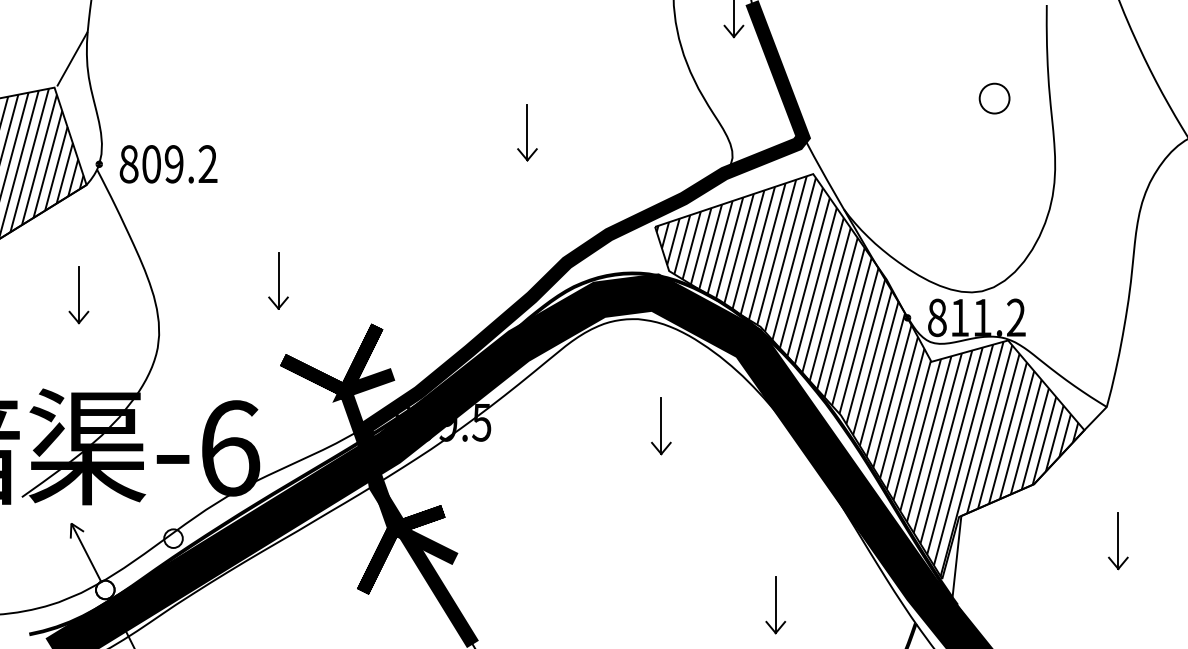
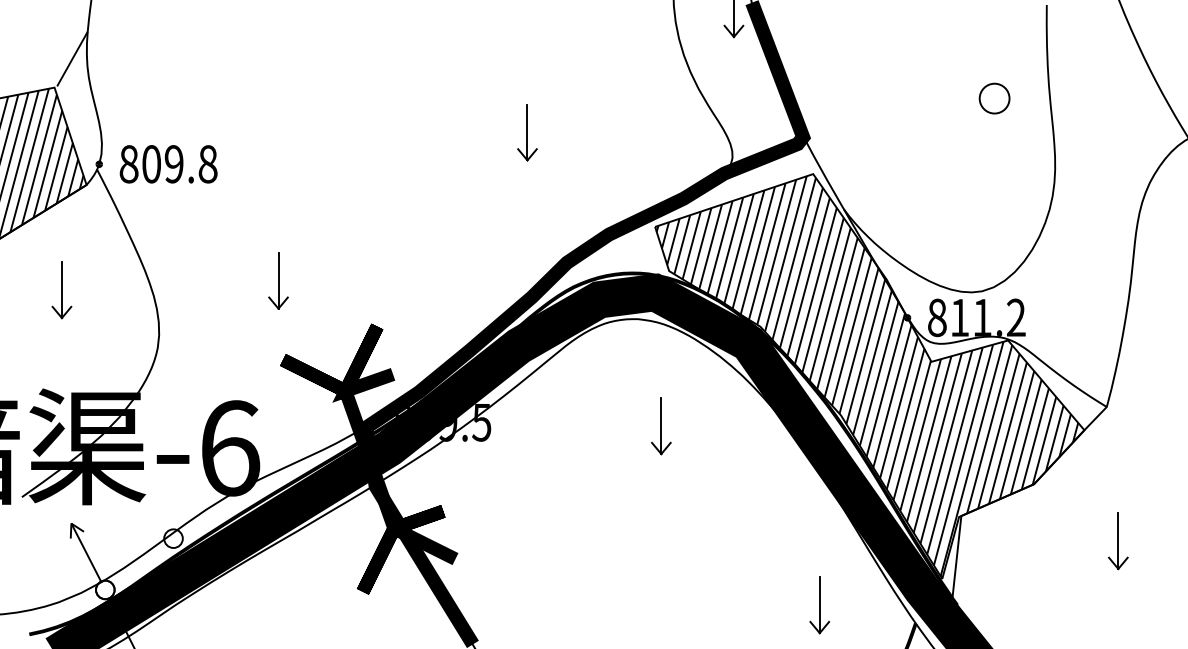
text at (207, 164): 809.2 -> 809.8
part at (78, 295) position: (78, 295) -> (61, 290)
part at (775, 605) position: (775, 605) -> (819, 605)
